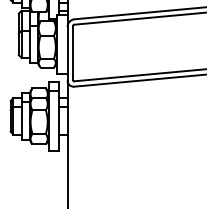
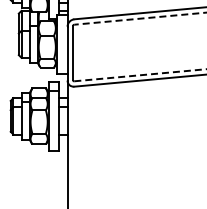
line at (139, 18): solid -> dashed
line at (140, 75): solid -> dashed
